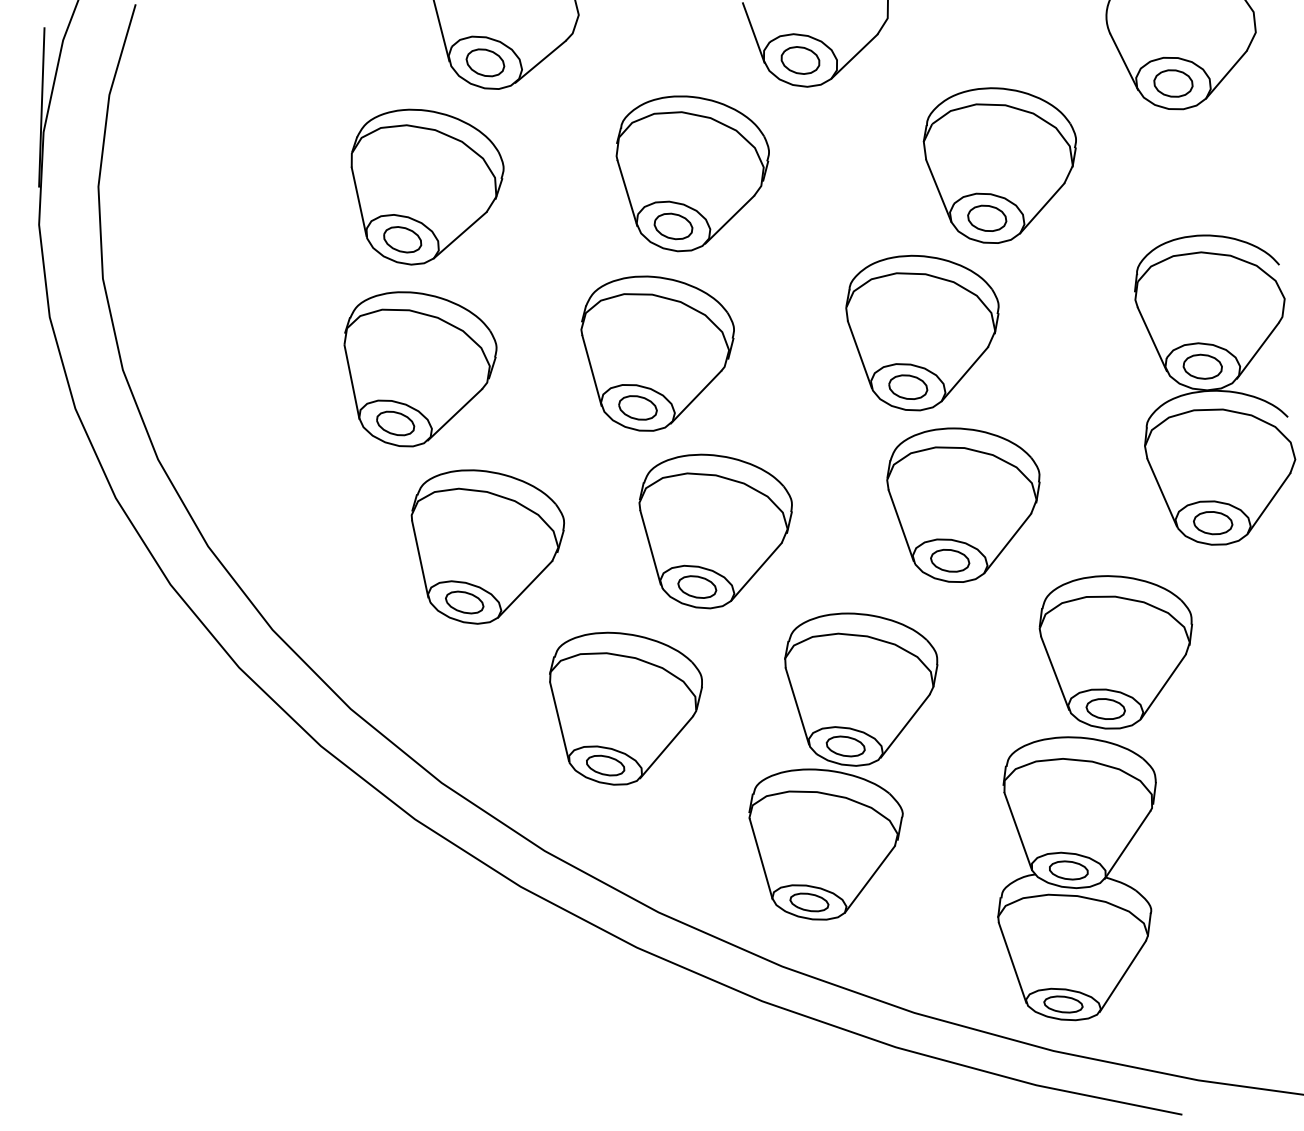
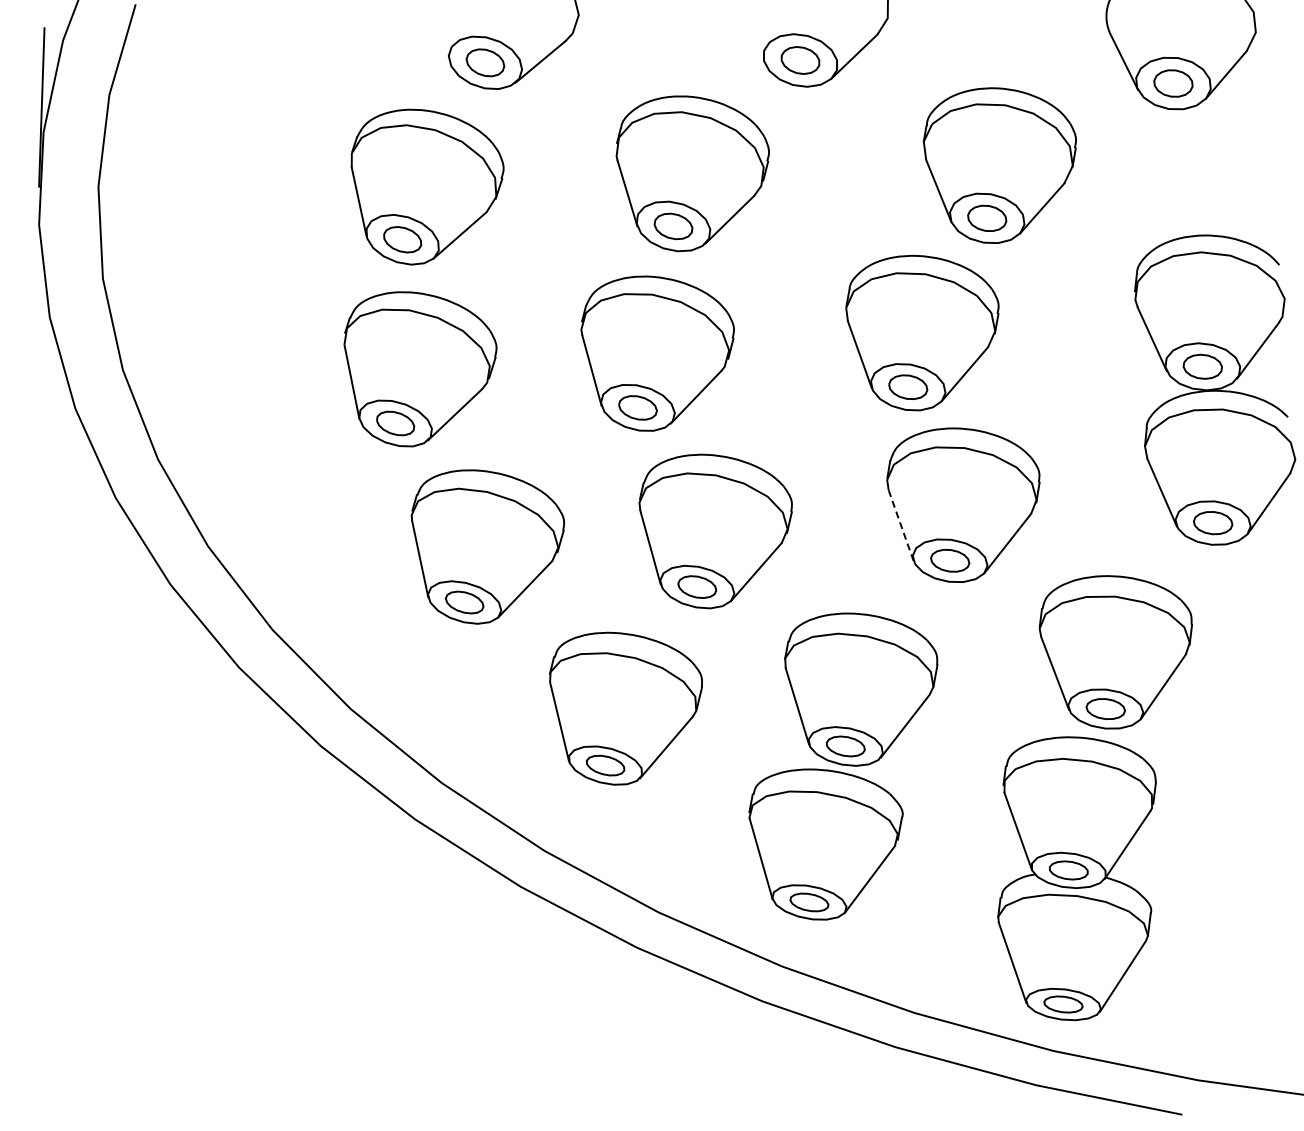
line at (441, 31): present -> none
line at (753, 32): present -> none
line at (901, 526): solid -> dashed
